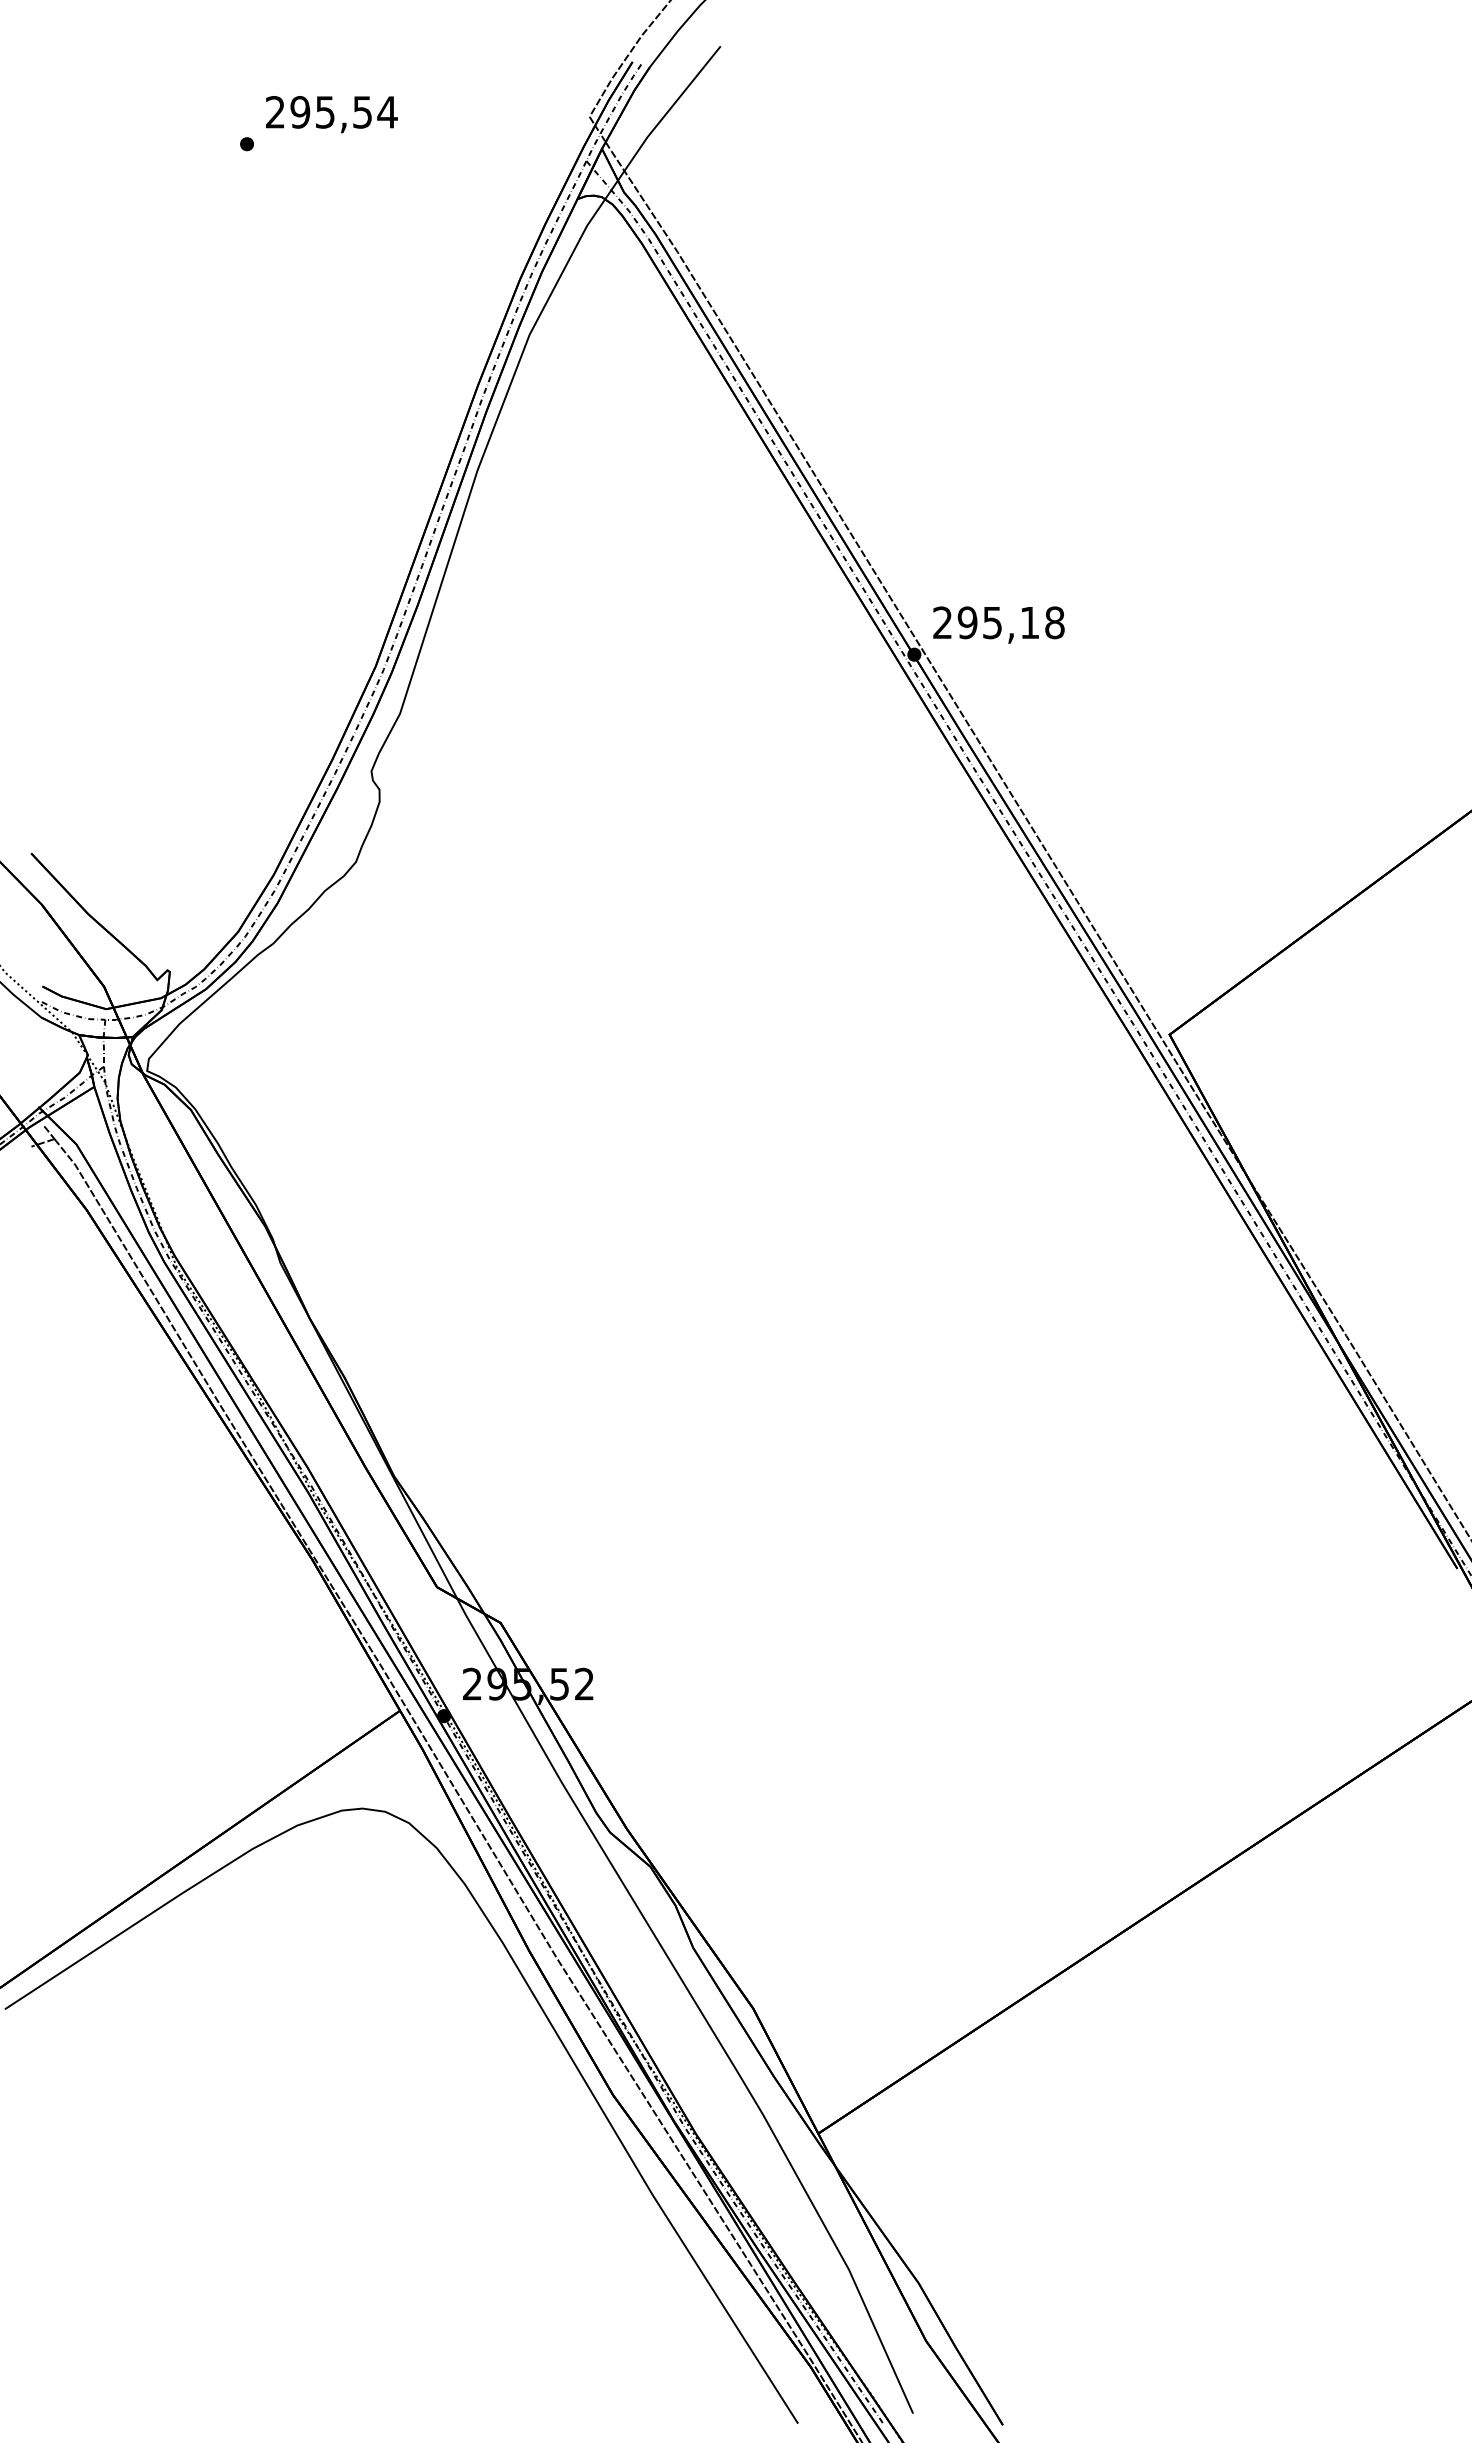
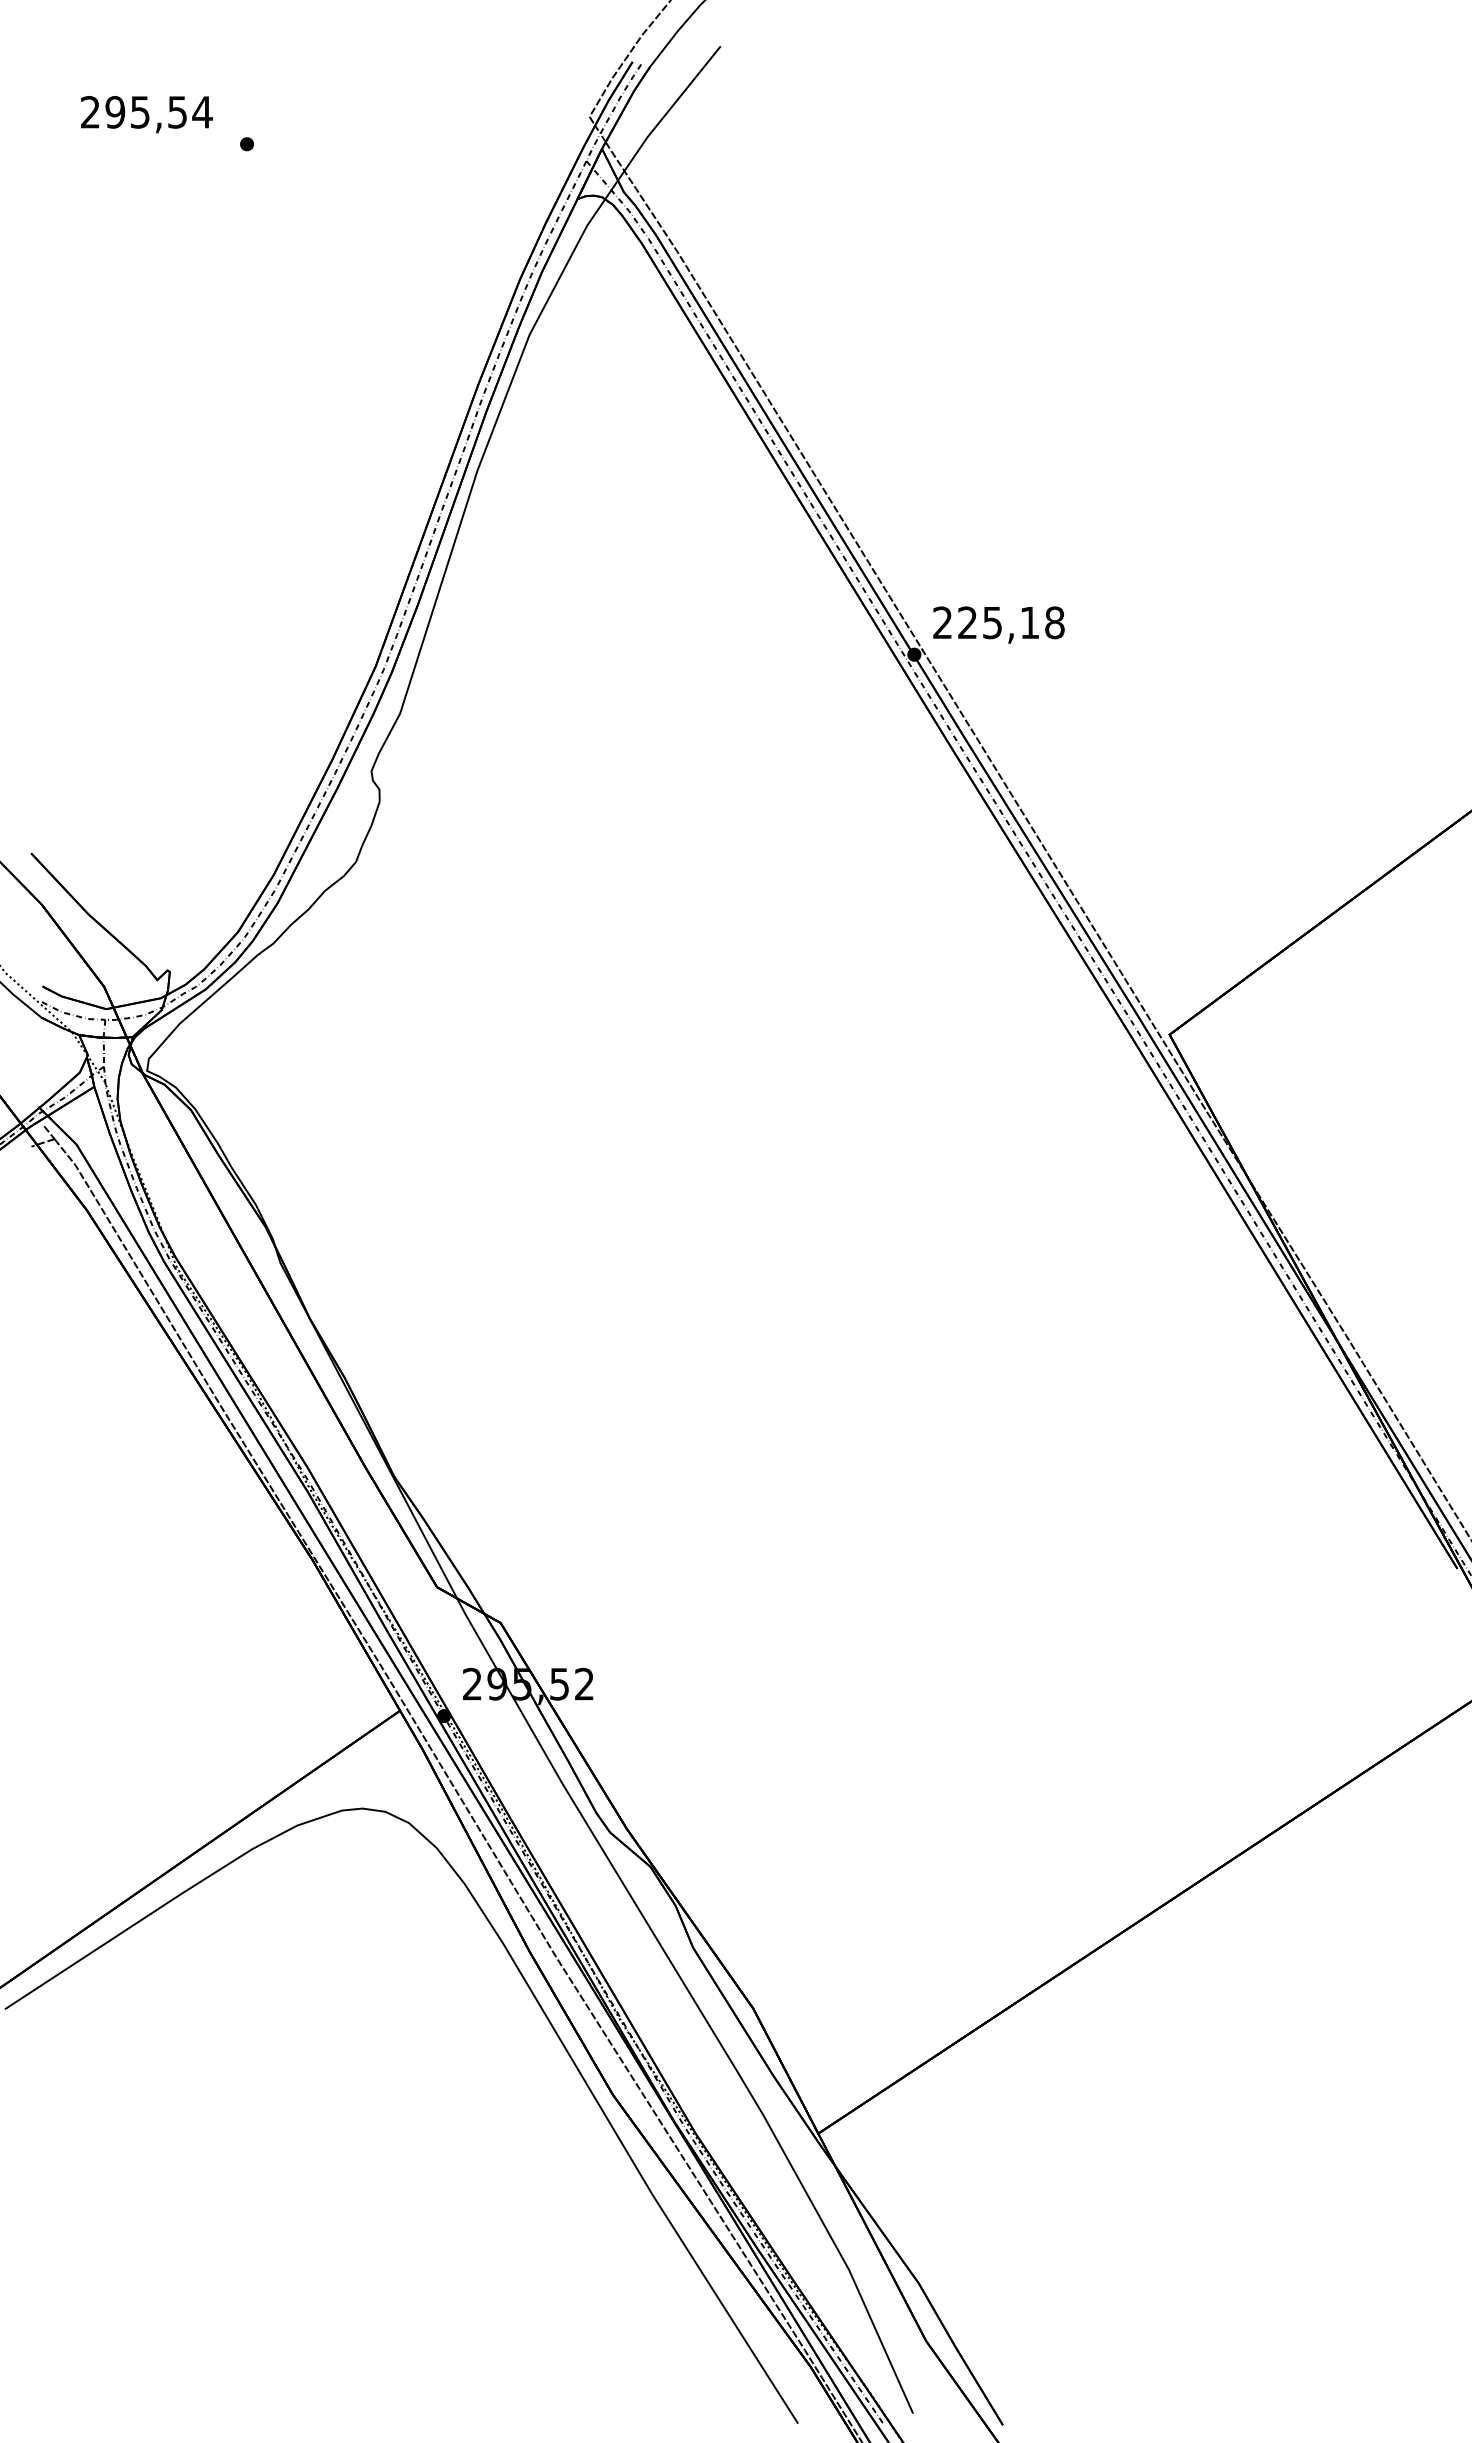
text at (331, 114) position: (331, 114) -> (146, 114)
text at (967, 622): 295,18 -> 225,18
